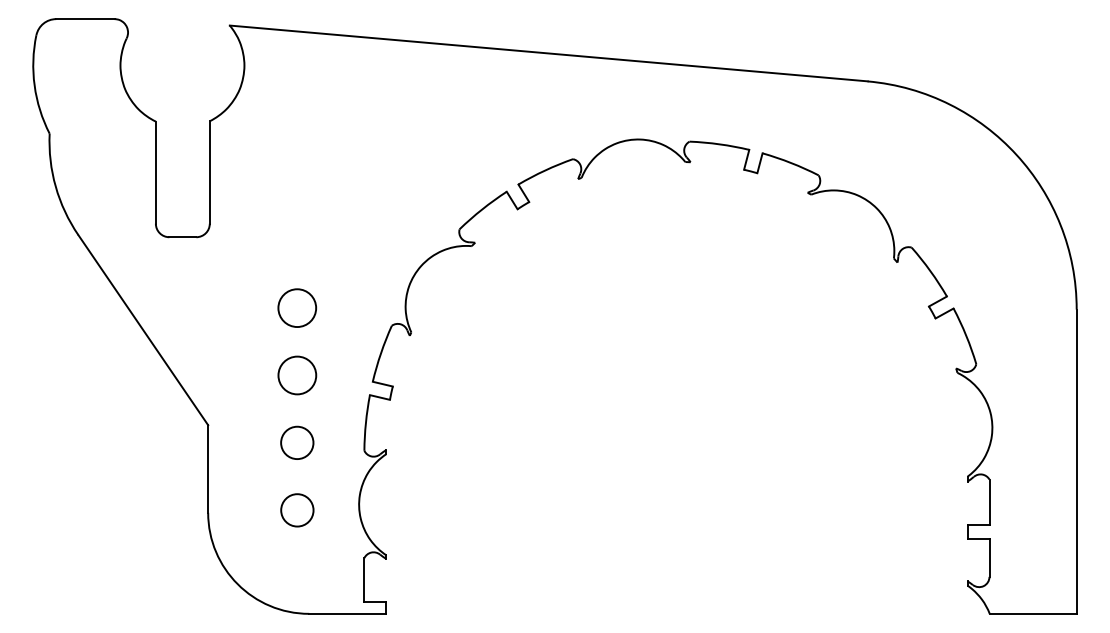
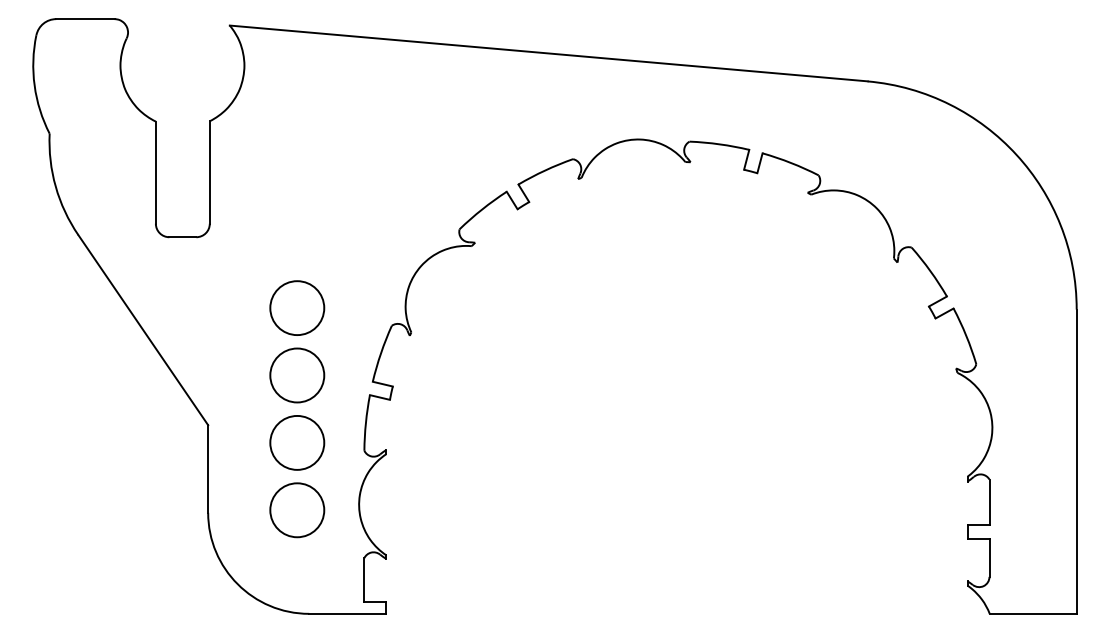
circle at (297, 308) diameter: 38 px -> 54 px
circle at (297, 375) size: 41x41 px -> 57x57 px
circle at (297, 442) diameter: 32 px -> 54 px
circle at (297, 510) size: 35x35 px -> 57x57 px
